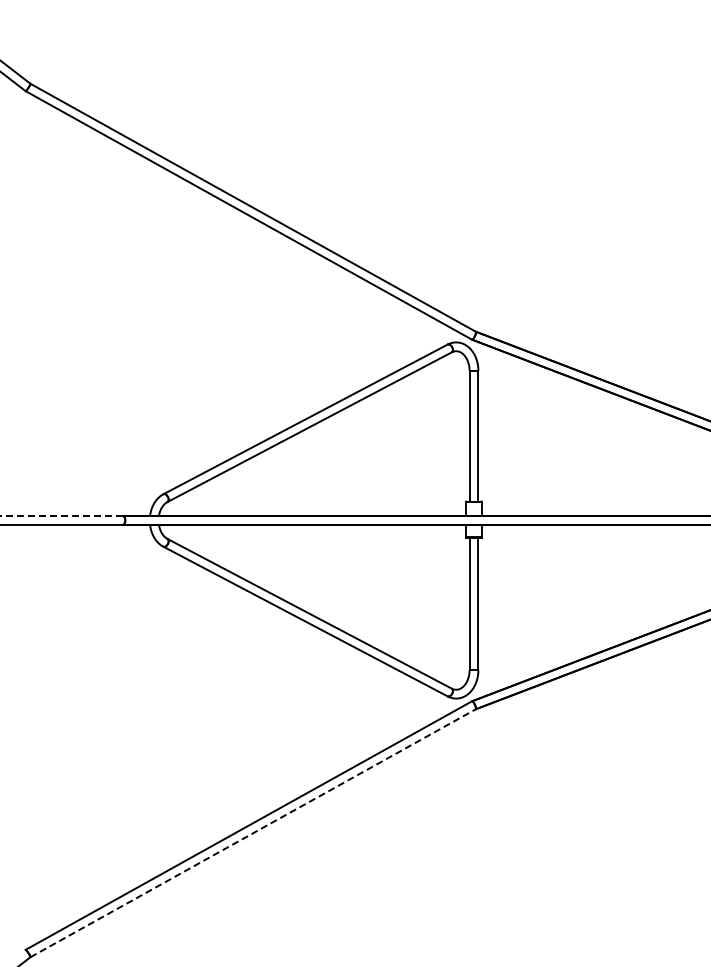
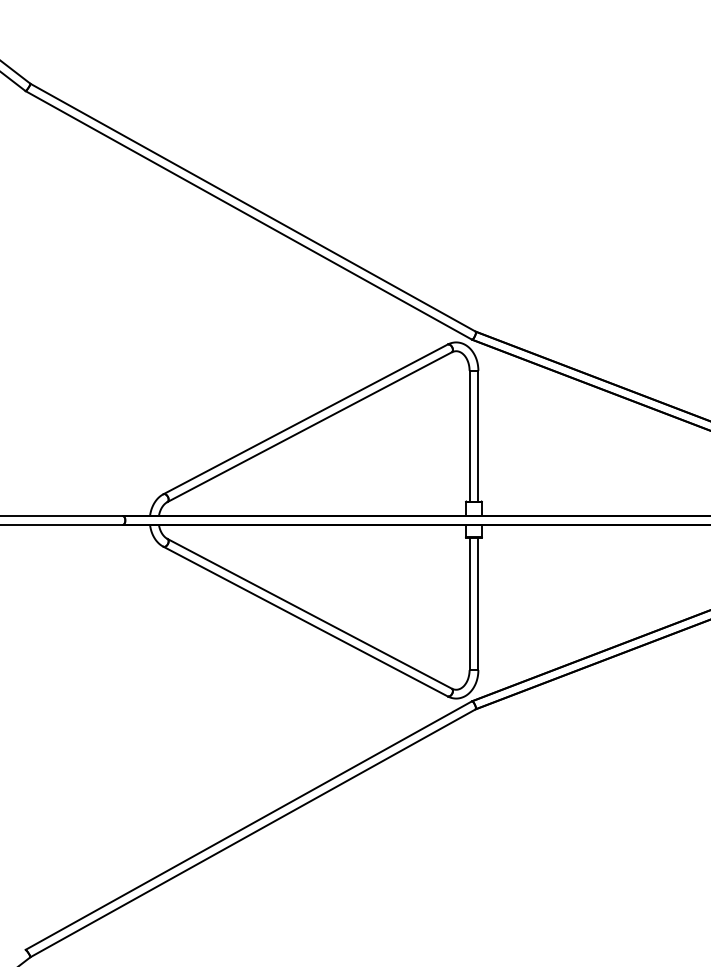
line at (61, 516): dashed -> solid
line at (253, 833): dashed -> solid
